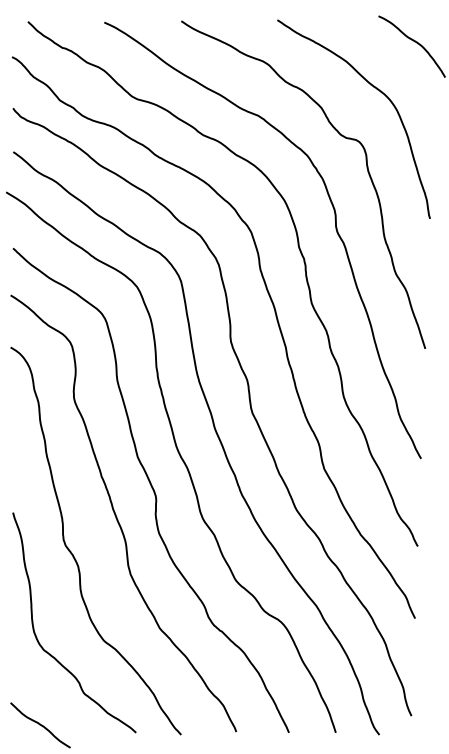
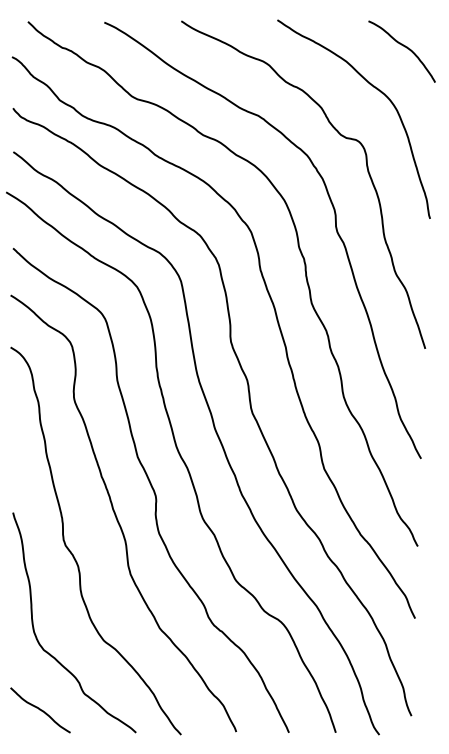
curve at (414, 42) position: (414, 42) -> (404, 47)
curve at (40, 725) position: (40, 725) -> (40, 710)
